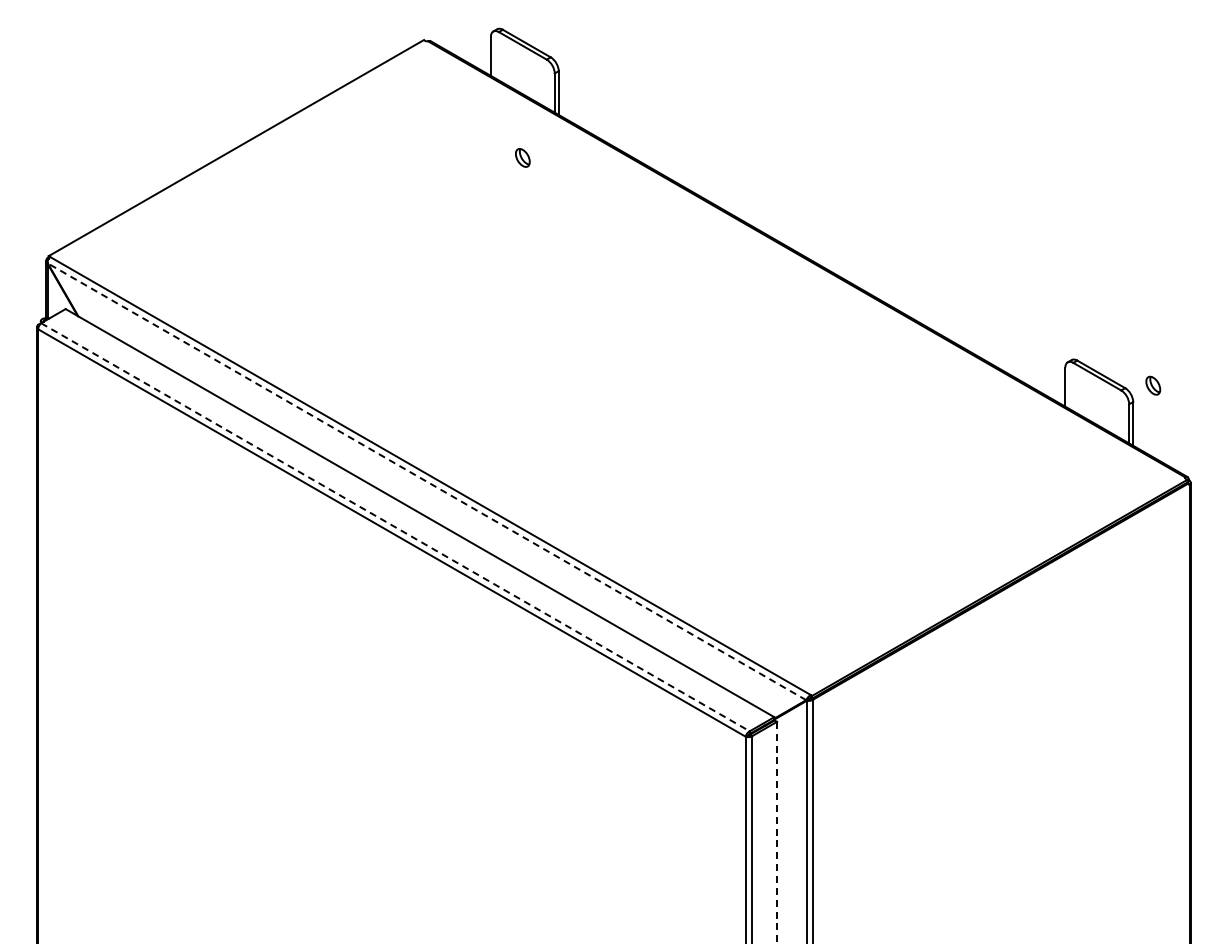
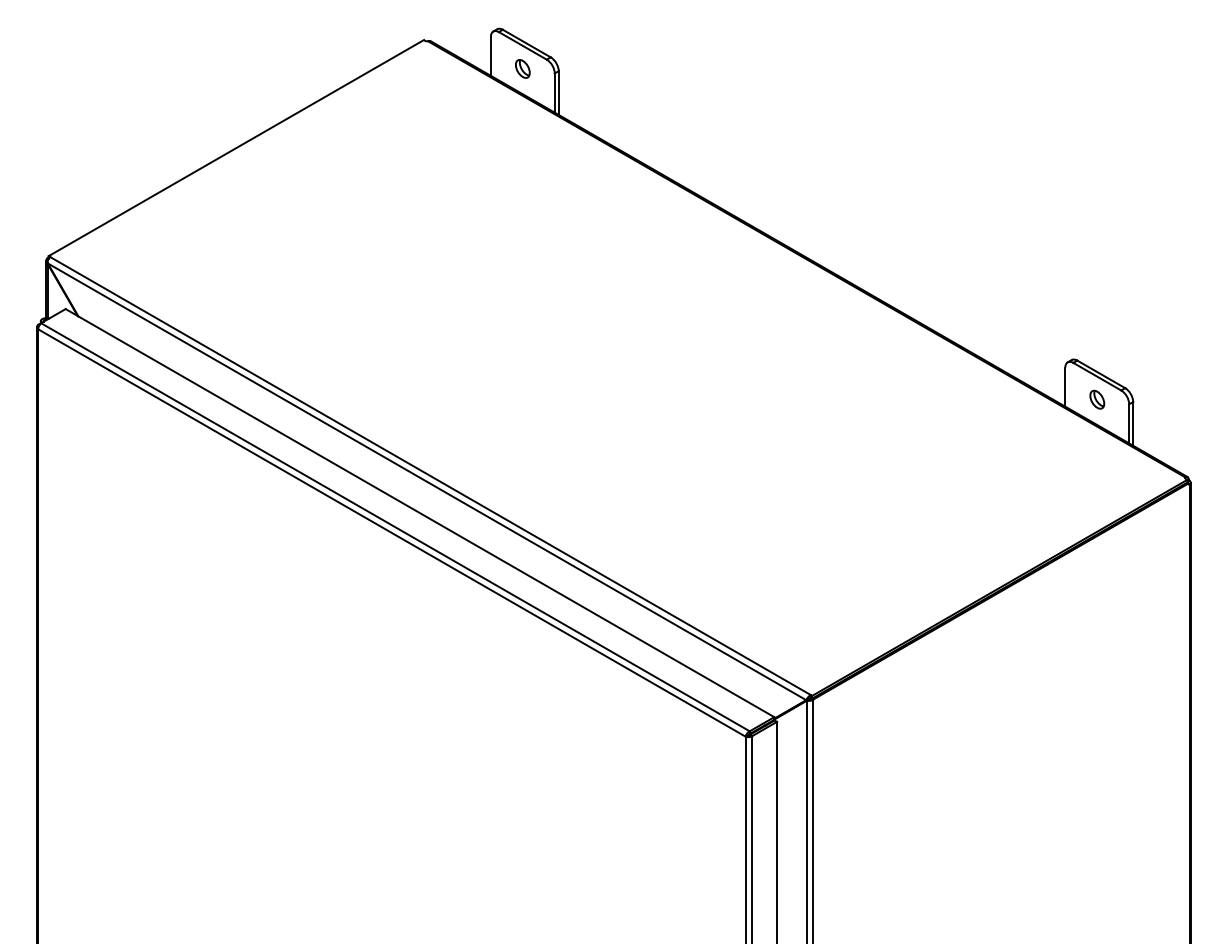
part at (522, 157) position: (522, 157) -> (522, 68)
part at (1153, 385) position: (1153, 385) -> (1097, 399)
line at (427, 481): dashed -> solid
line at (395, 527): dashed -> solid
line at (777, 832): dashed -> solid
